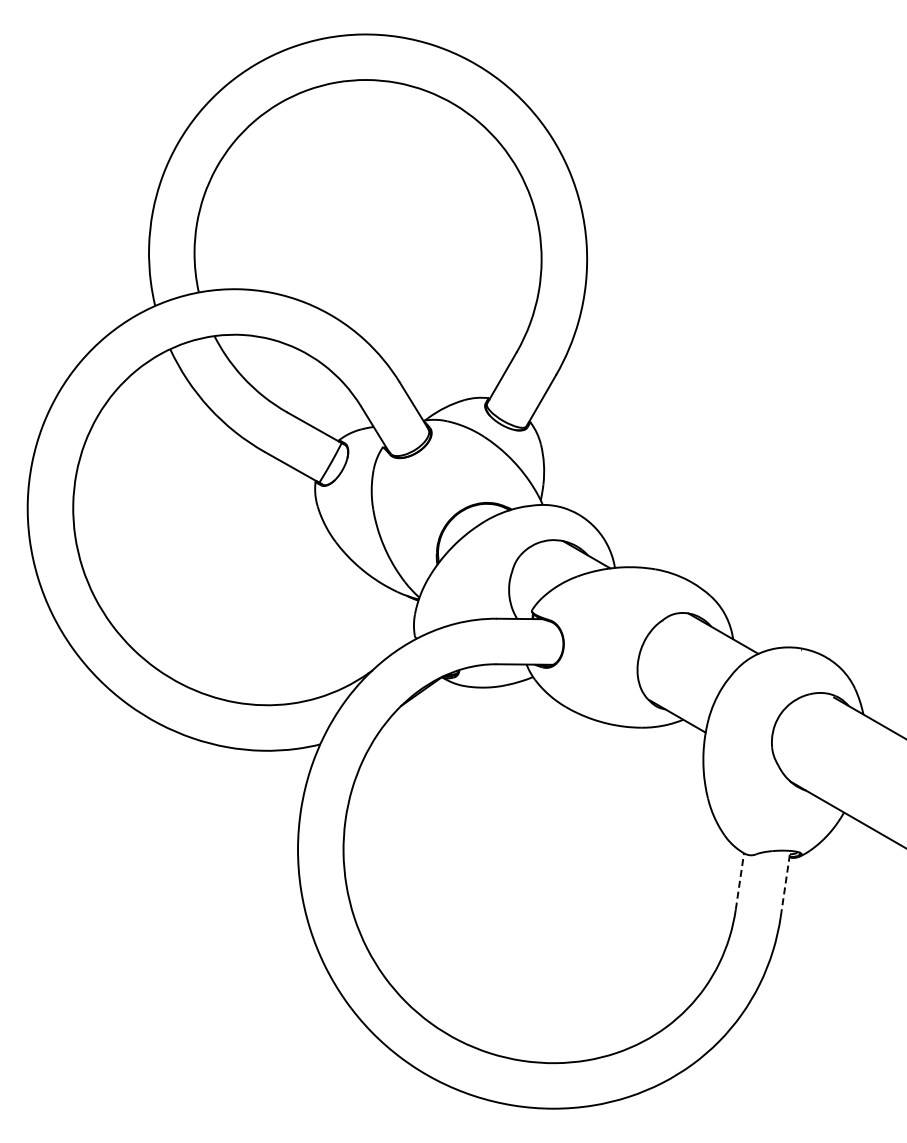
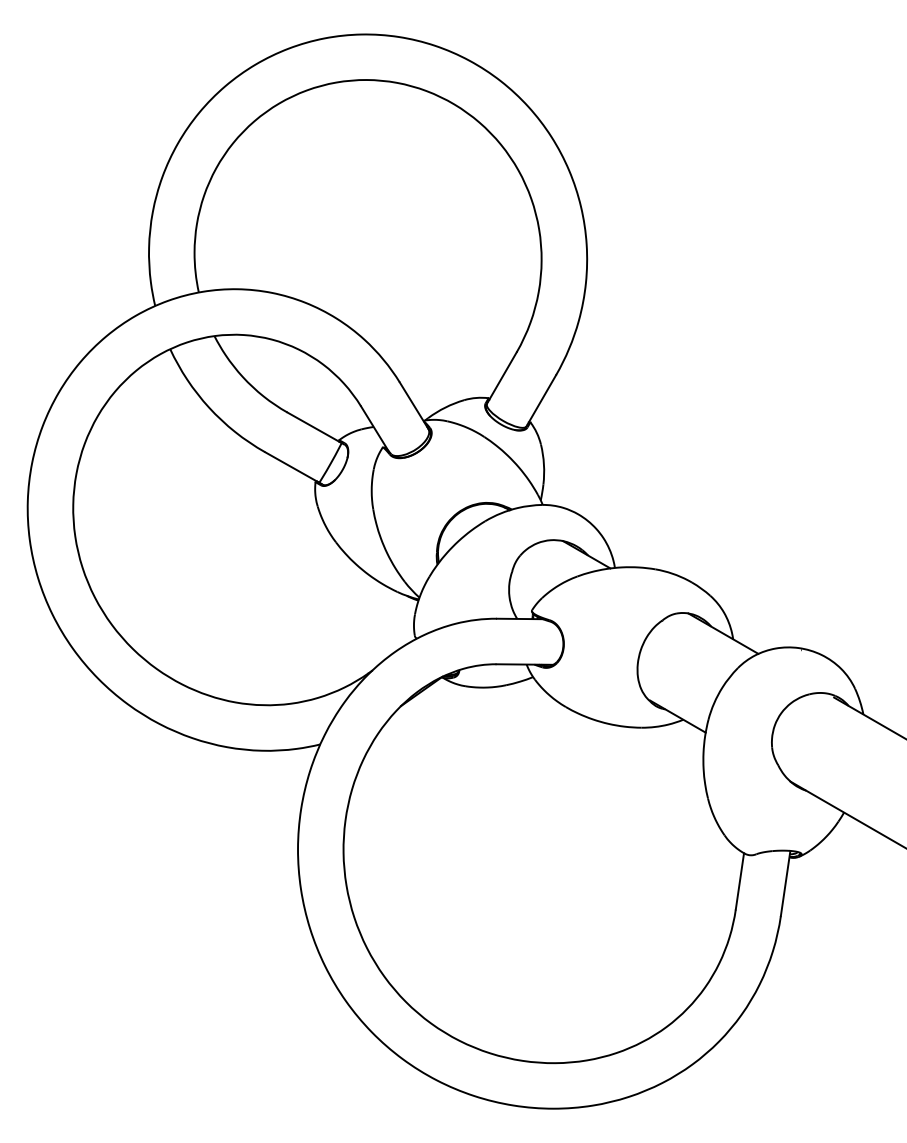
line at (740, 880): dashed -> solid
line at (785, 883): dashed -> solid
